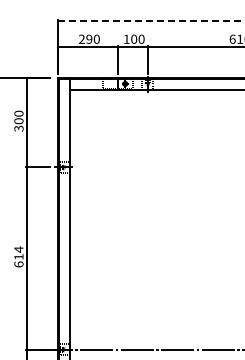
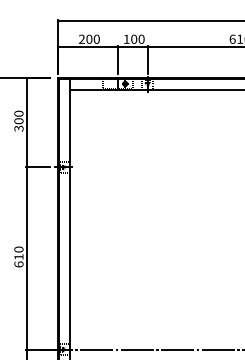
line at (151, 20): dashed -> solid
text at (89, 38): 290 -> 200
text at (18, 249): 614 -> 610
